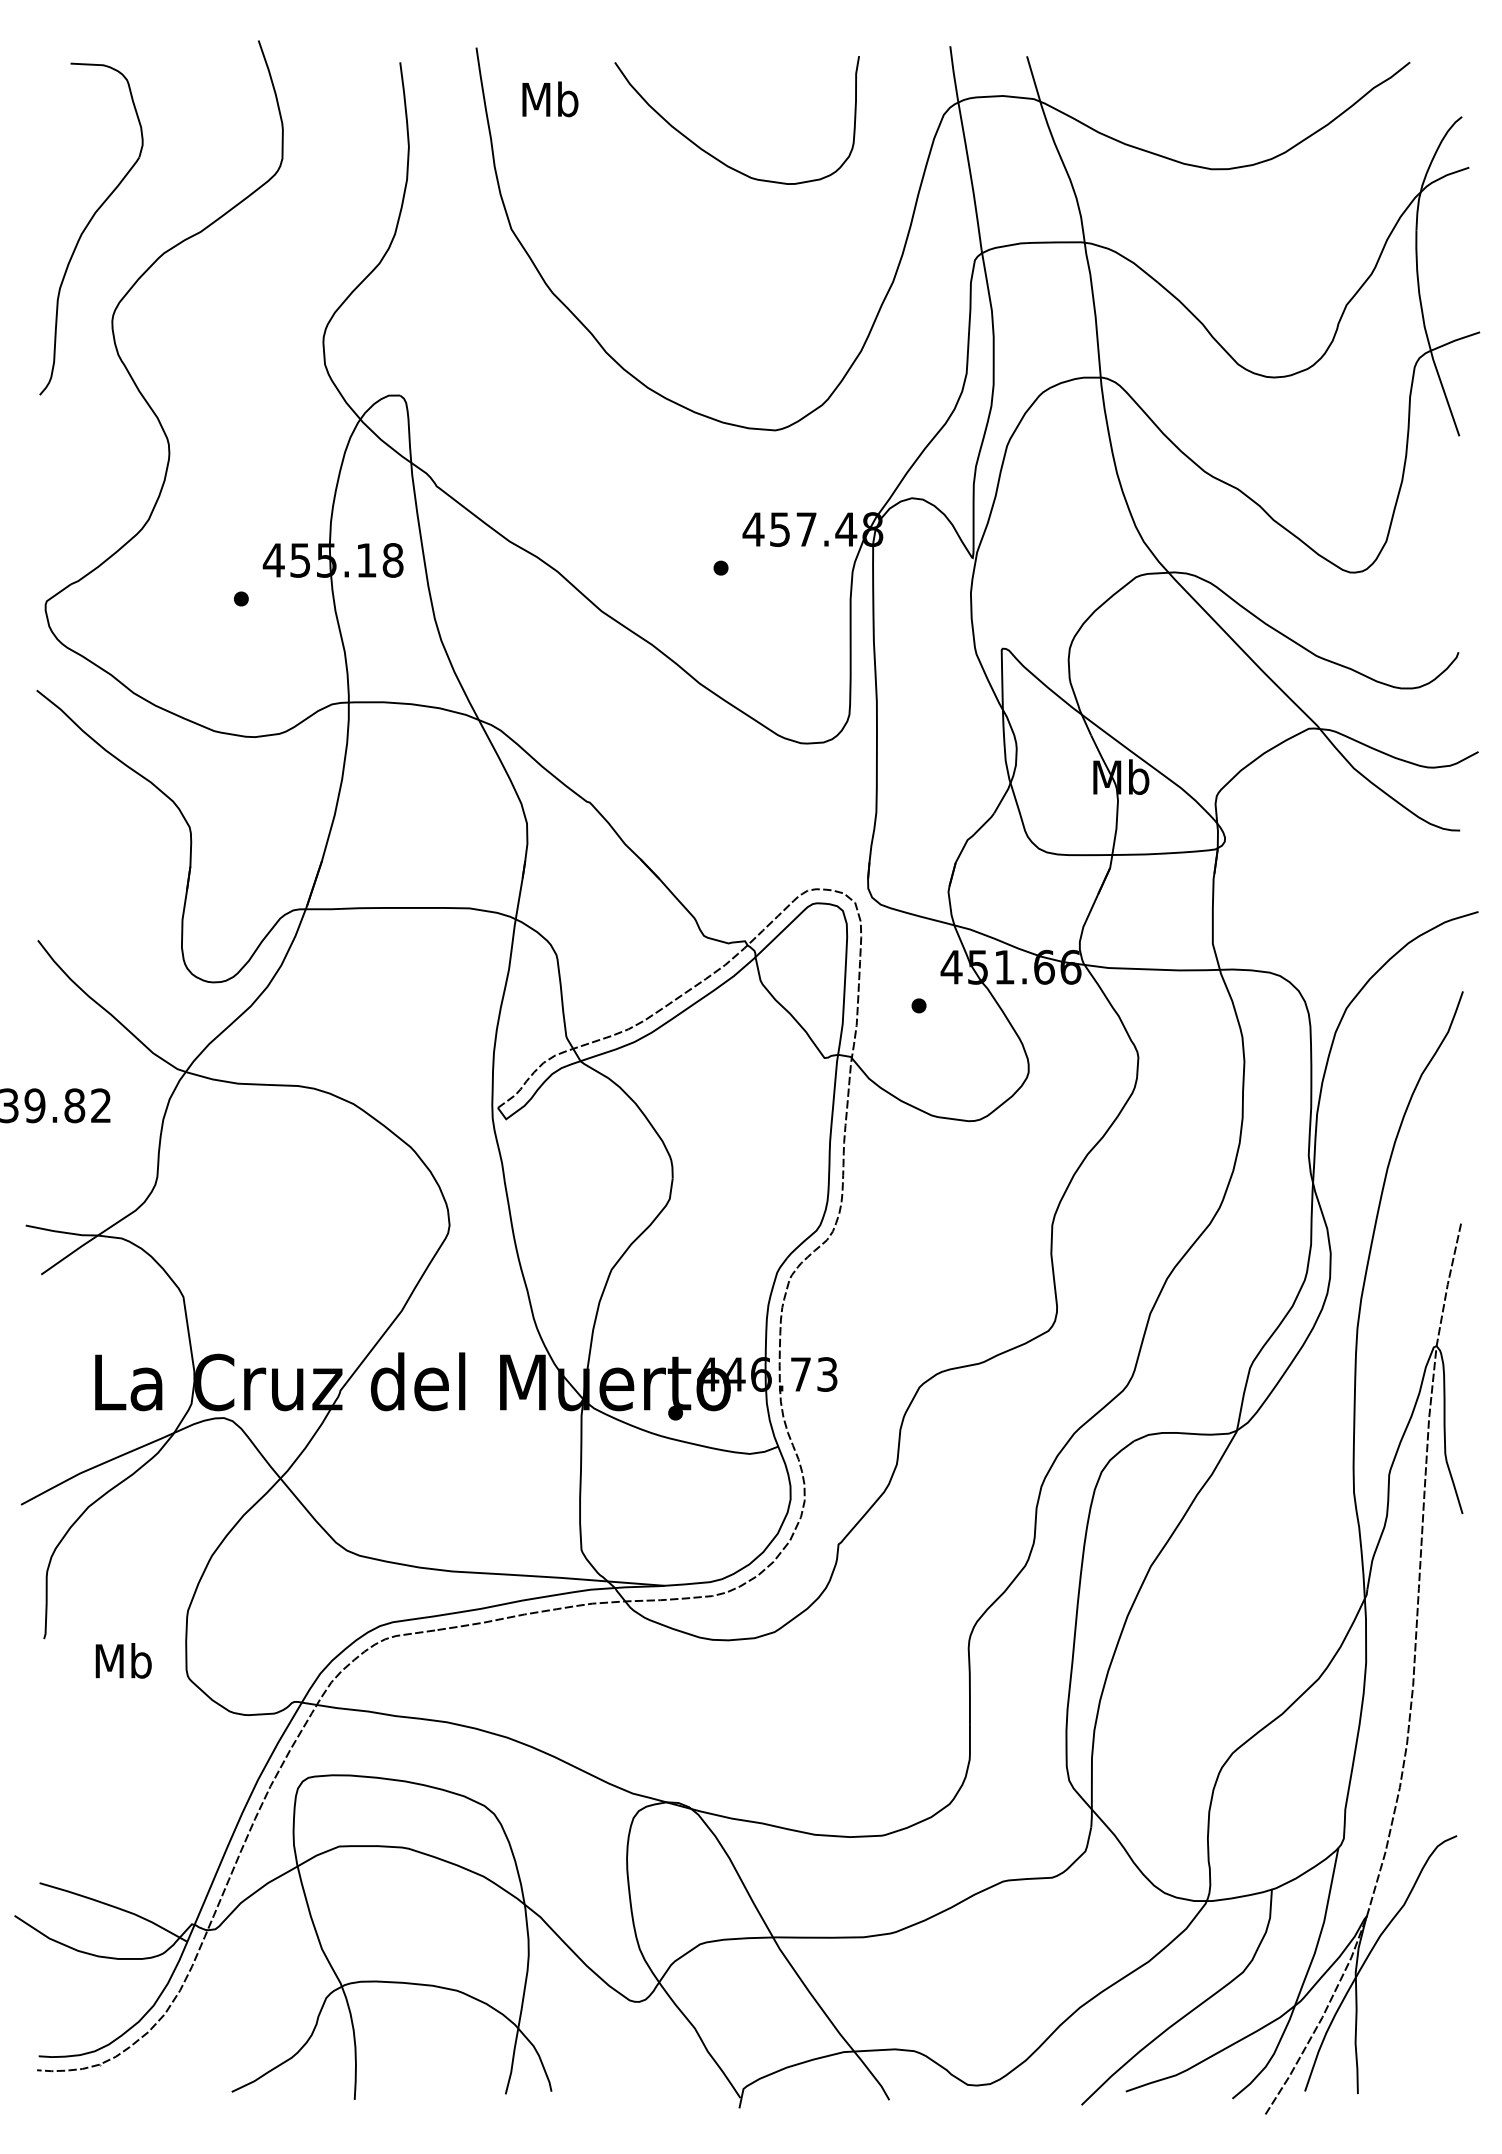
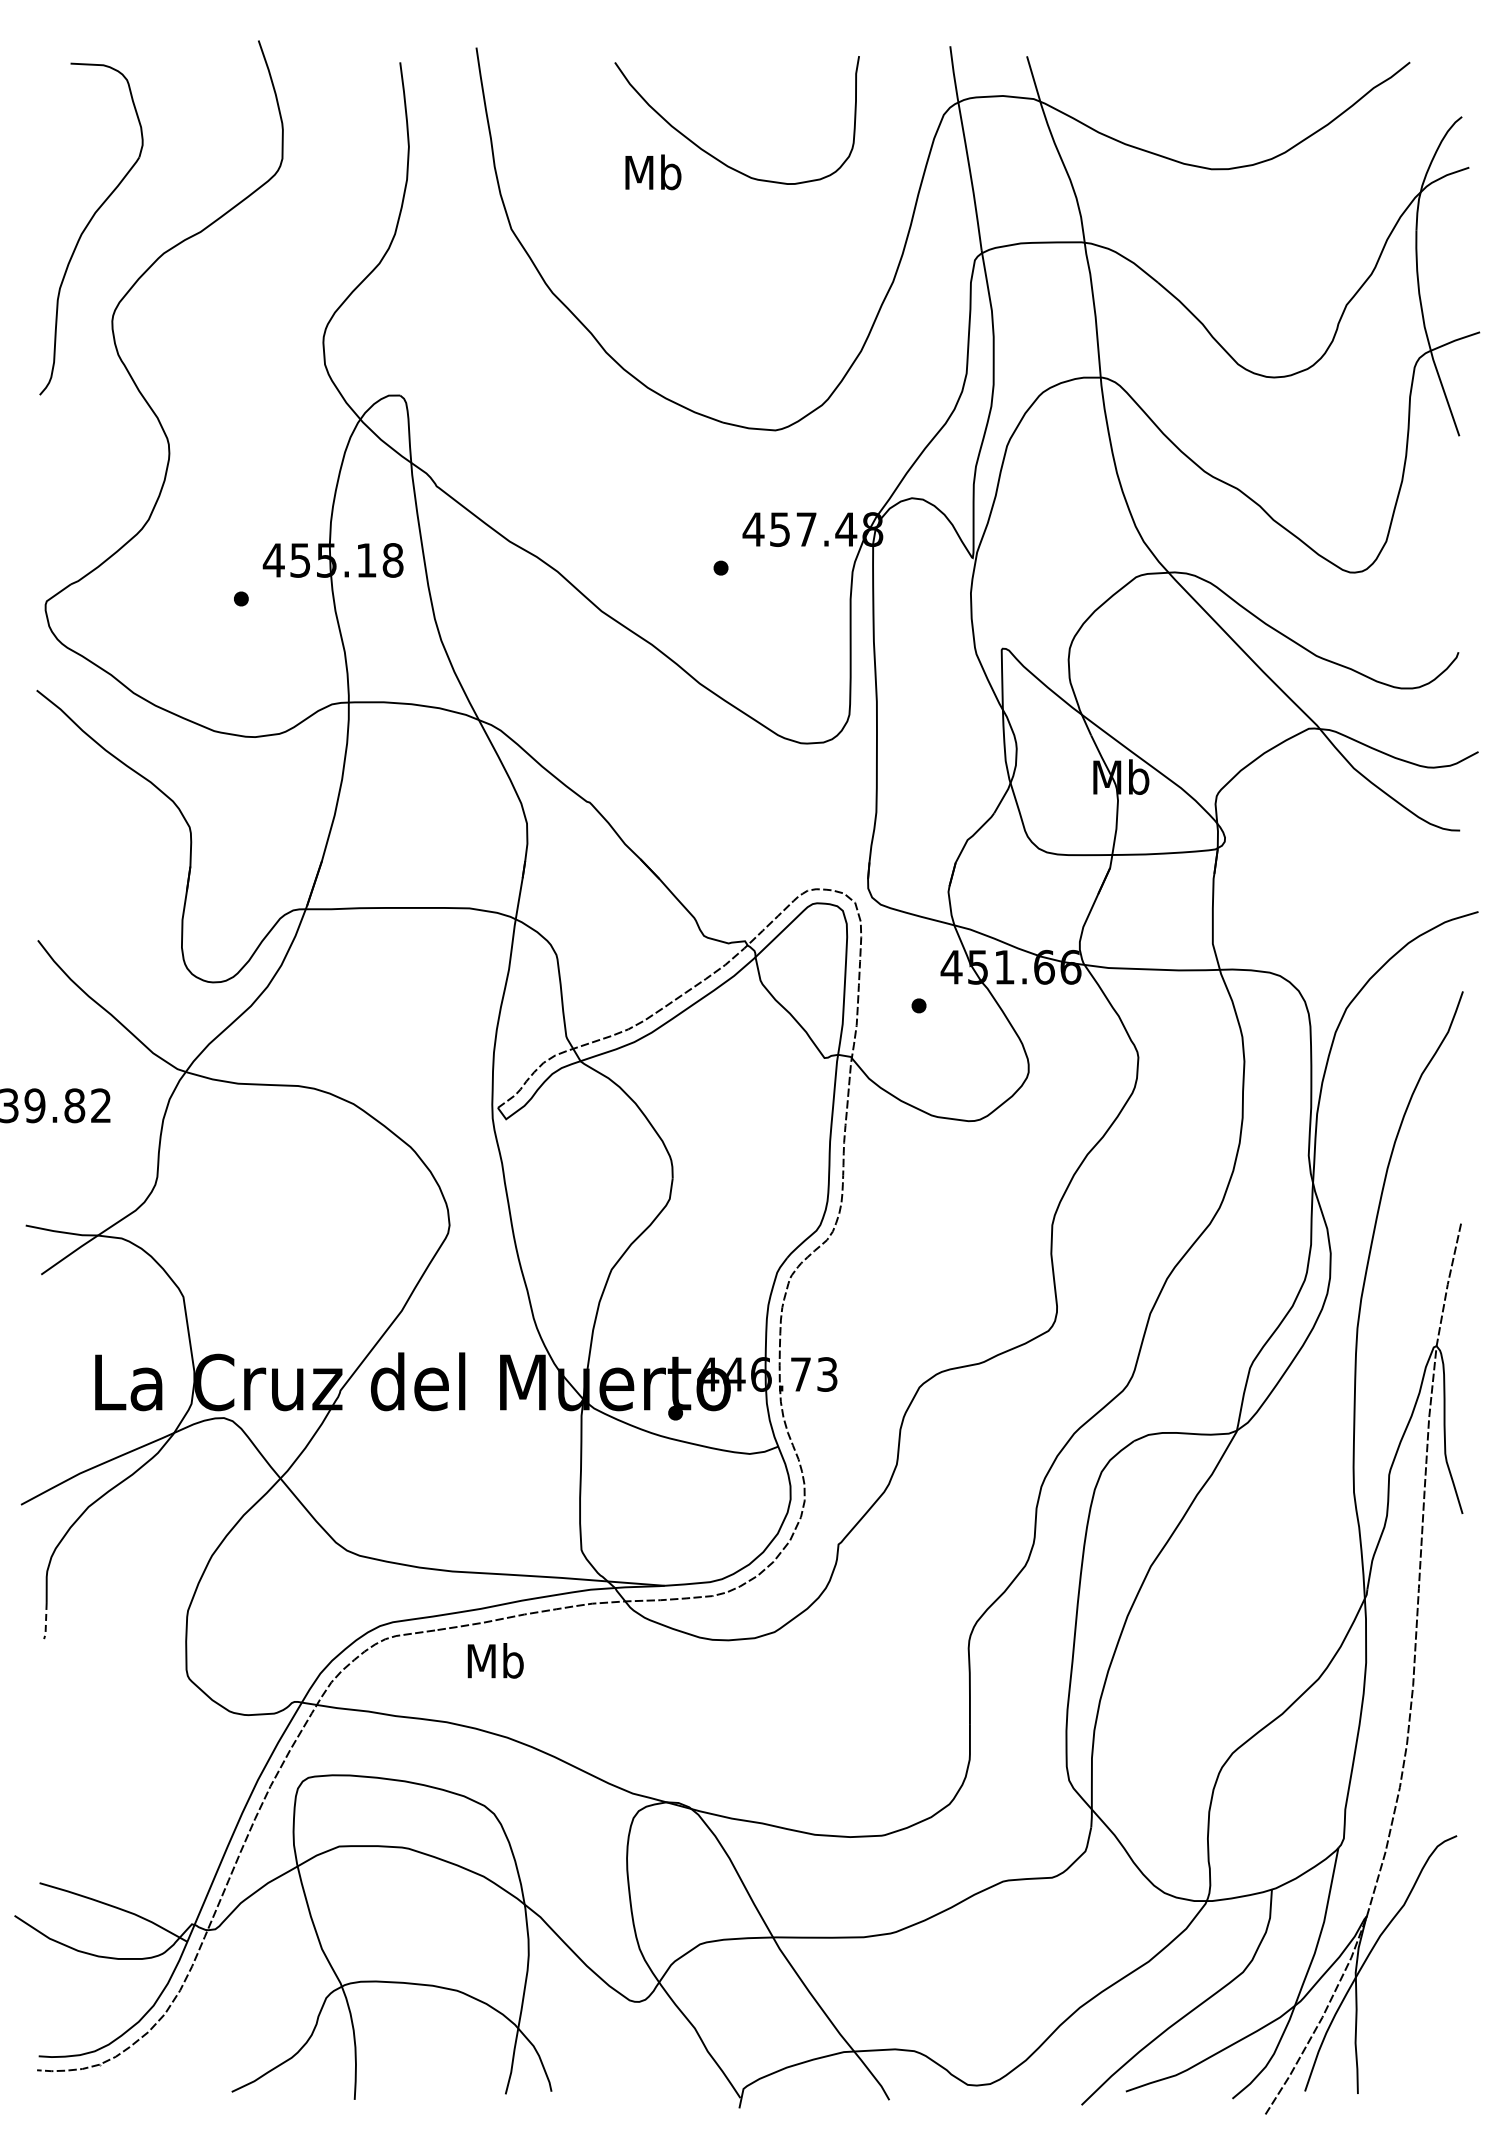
text at (550, 99) position: (550, 99) -> (653, 172)
line at (45, 1622): solid -> dashed
text at (123, 1660) position: (123, 1660) -> (495, 1660)
